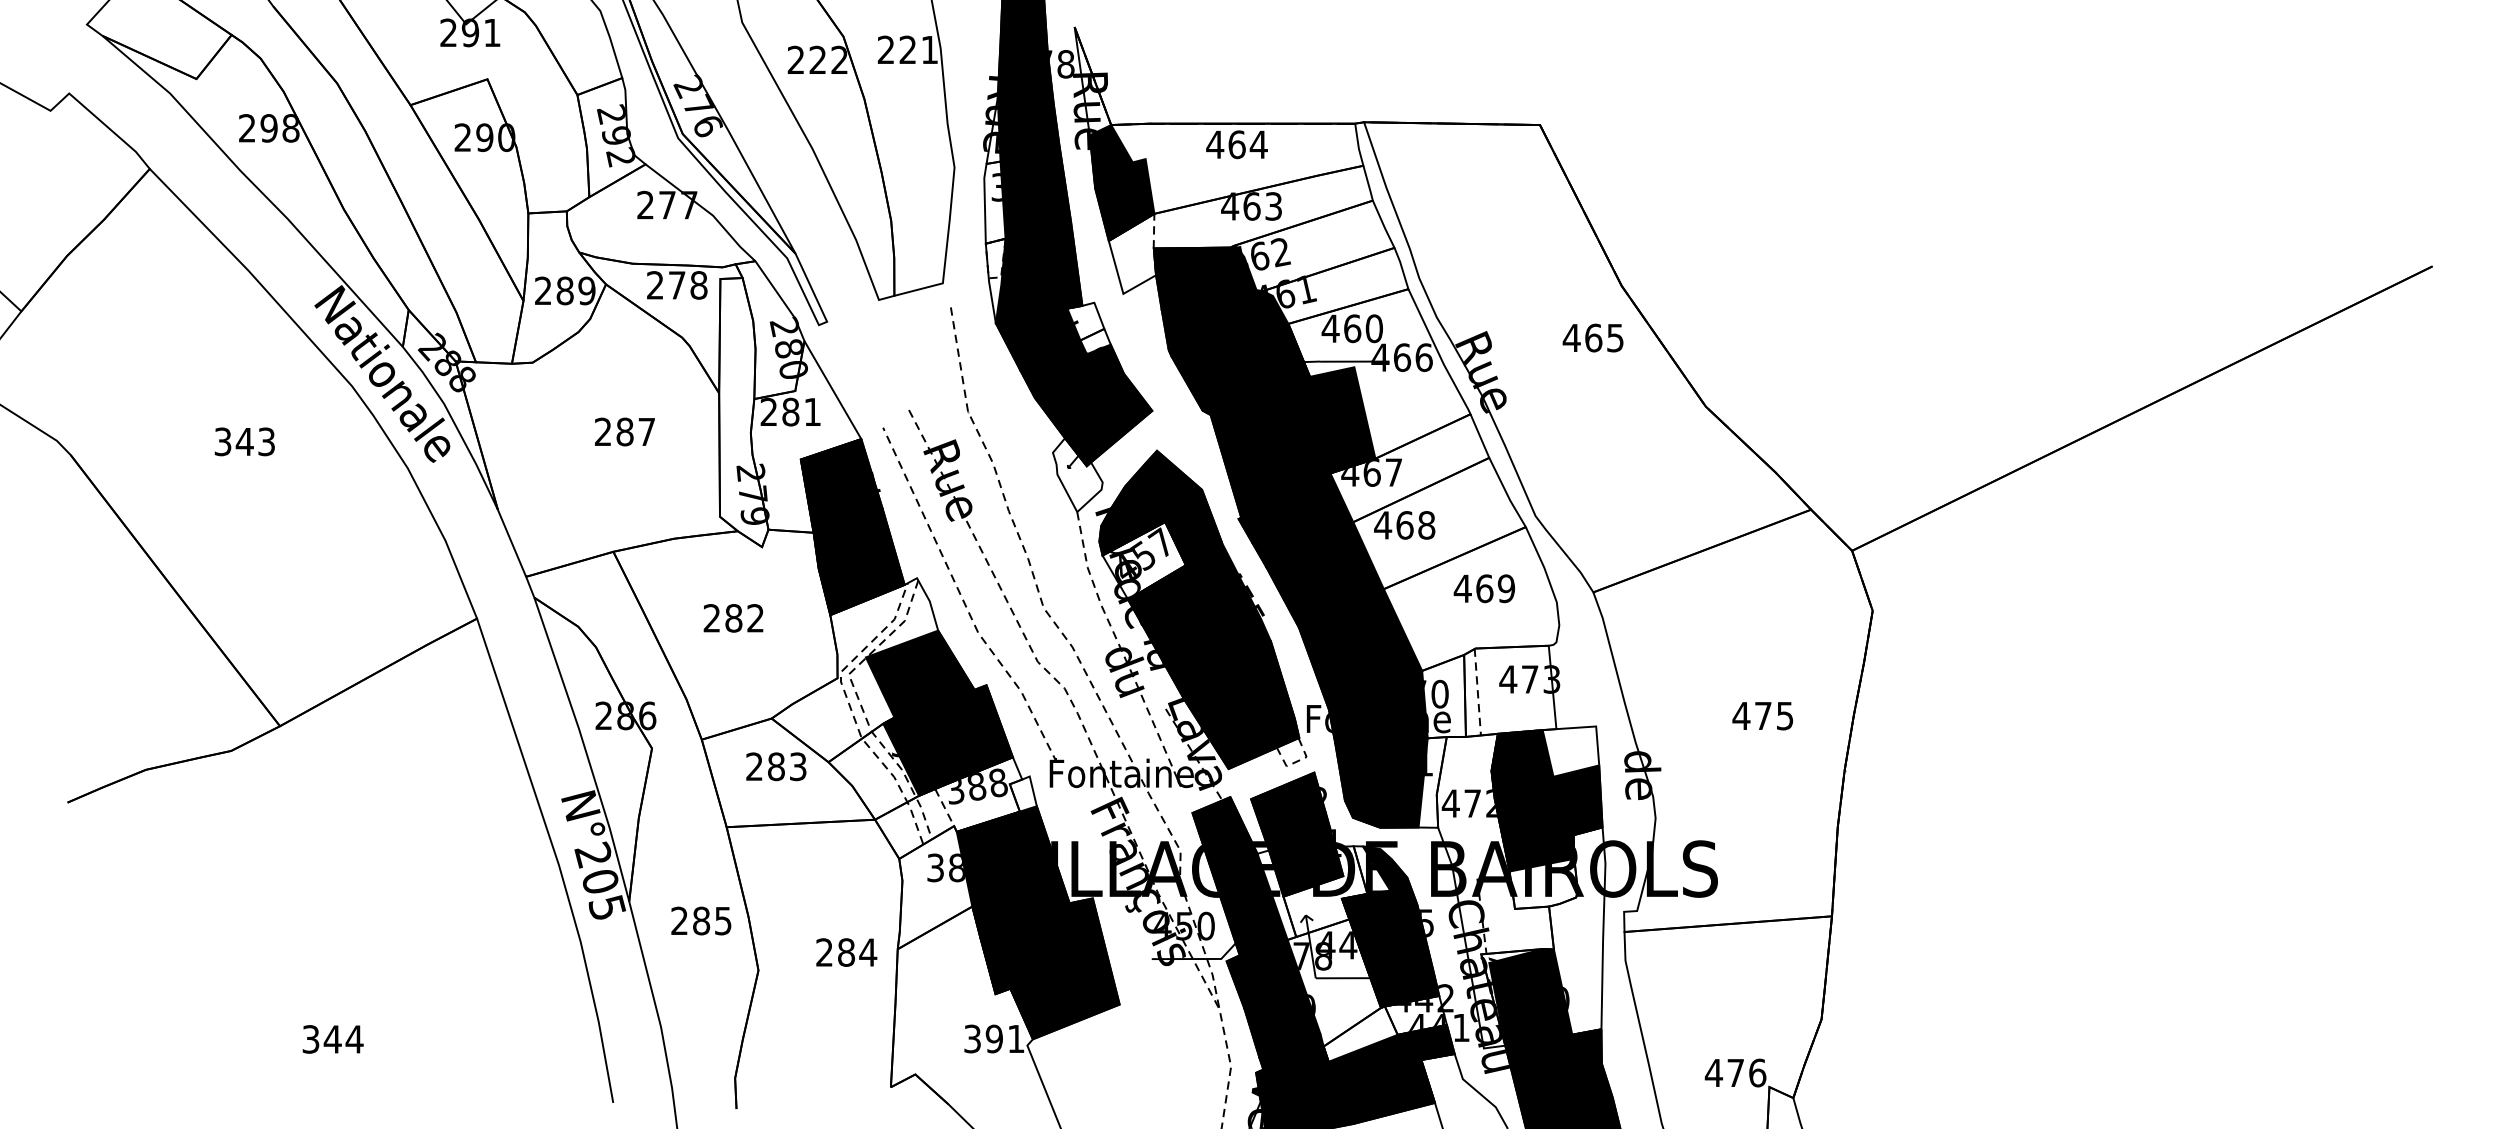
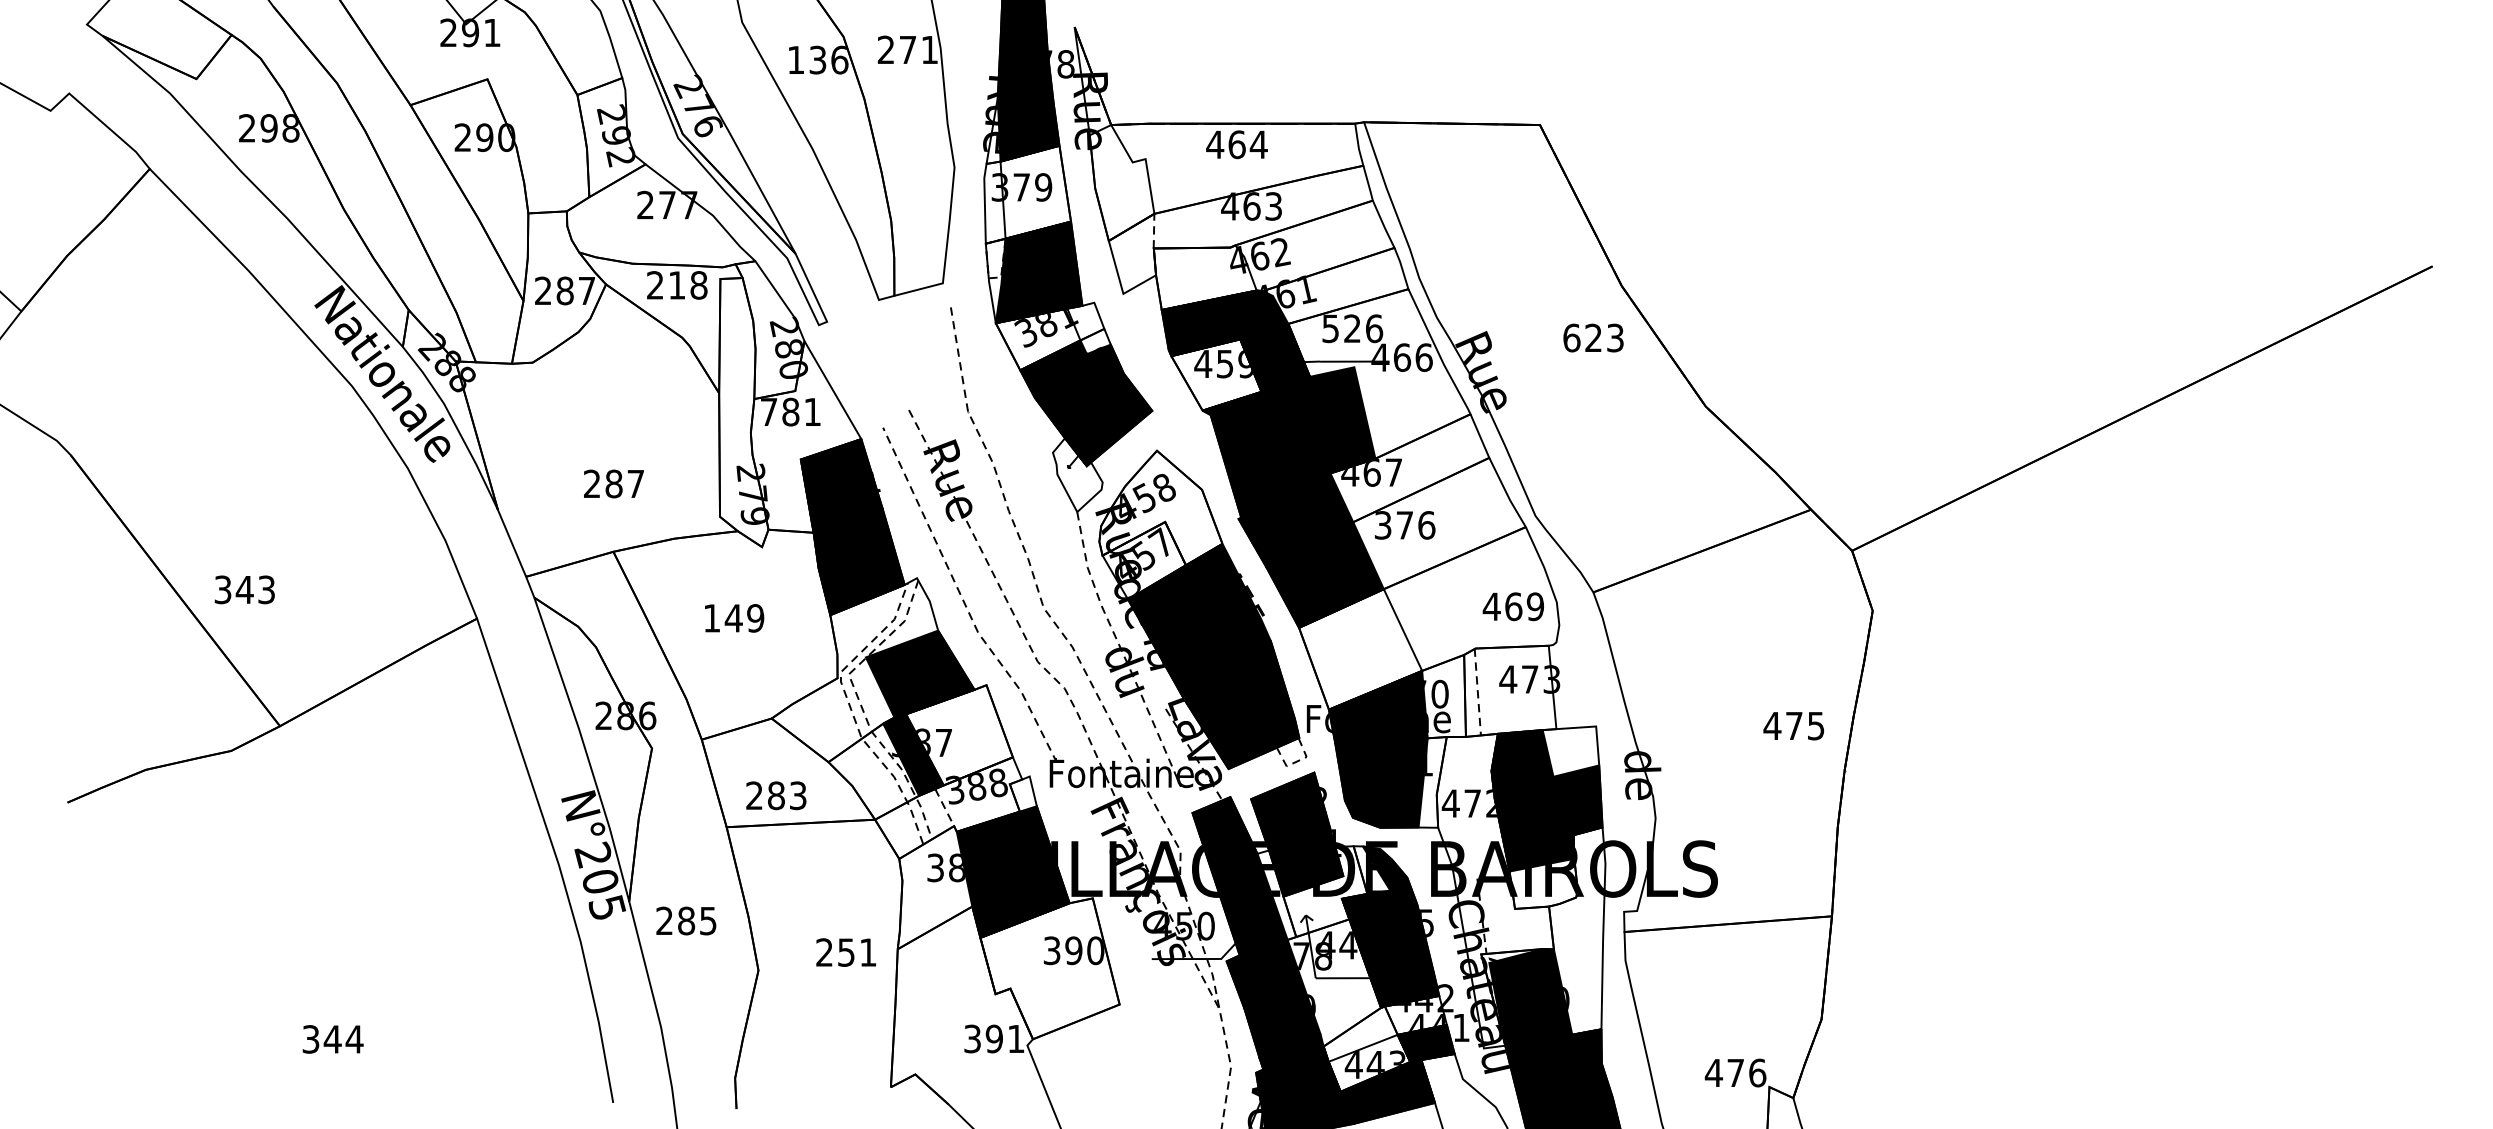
text at (907, 49): 221 -> 271
text at (817, 59): 222 -> 136
fill at (1121, 182): present -> none
fill at (1035, 191): present -> none
fill at (1204, 277): present -> none
text at (677, 285): 278 -> 218
text at (586, 290): 289 -> 287
text at (1352, 328): 460 -> 526
text at (1592, 337): 465 -> 623
fill at (1037, 339): present -> none
fill at (1216, 374): present -> none
text at (768, 411): 281 -> 781
text at (624, 431) position: (624, 431) -> (613, 483)
text at (244, 441) position: (244, 441) -> (244, 589)
fill at (1160, 507): present -> none
text at (1404, 525): 468 -> 376
text at (1483, 588) position: (1483, 588) -> (1512, 606)
text at (733, 618): 282 -> 149
fill at (1360, 649): present -> none
text at (1762, 716) position: (1762, 716) -> (1793, 726)
fill at (959, 735): present -> none
text at (776, 766) position: (776, 766) -> (776, 795)
text at (701, 920) position: (701, 920) -> (686, 920)
text at (857, 952): 284 -> 251
fill at (1049, 968): present -> none
fill at (1369, 1062): present -> none
